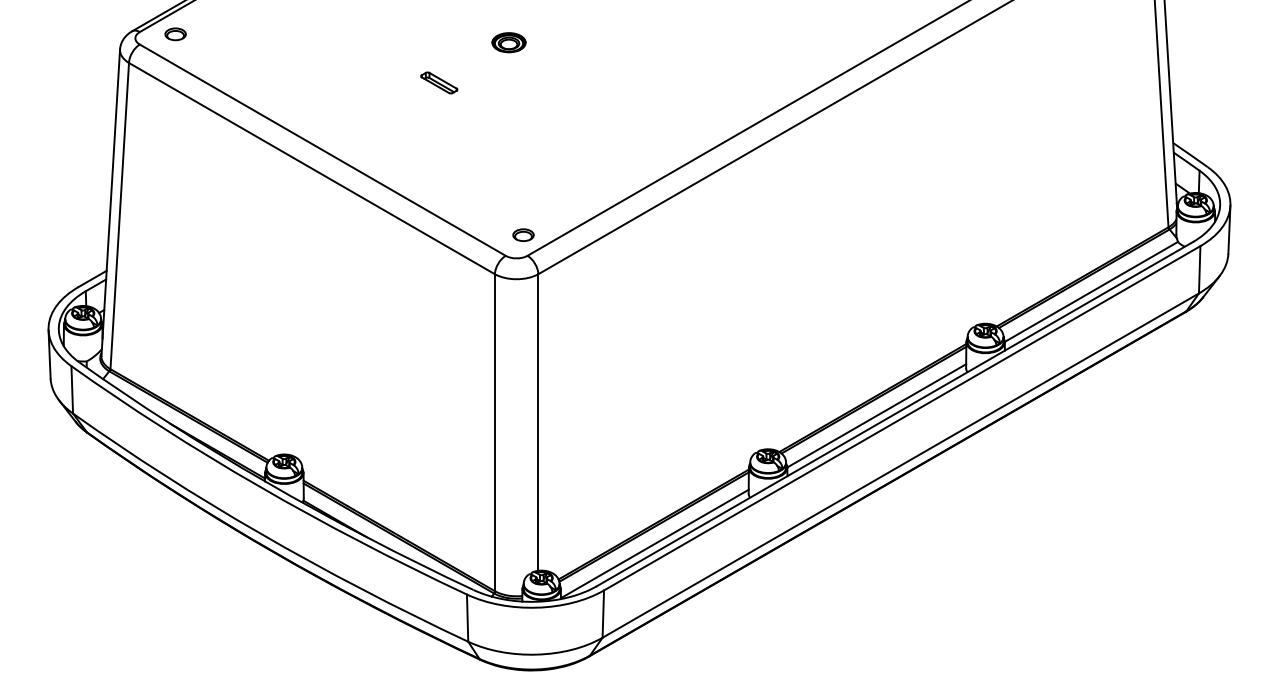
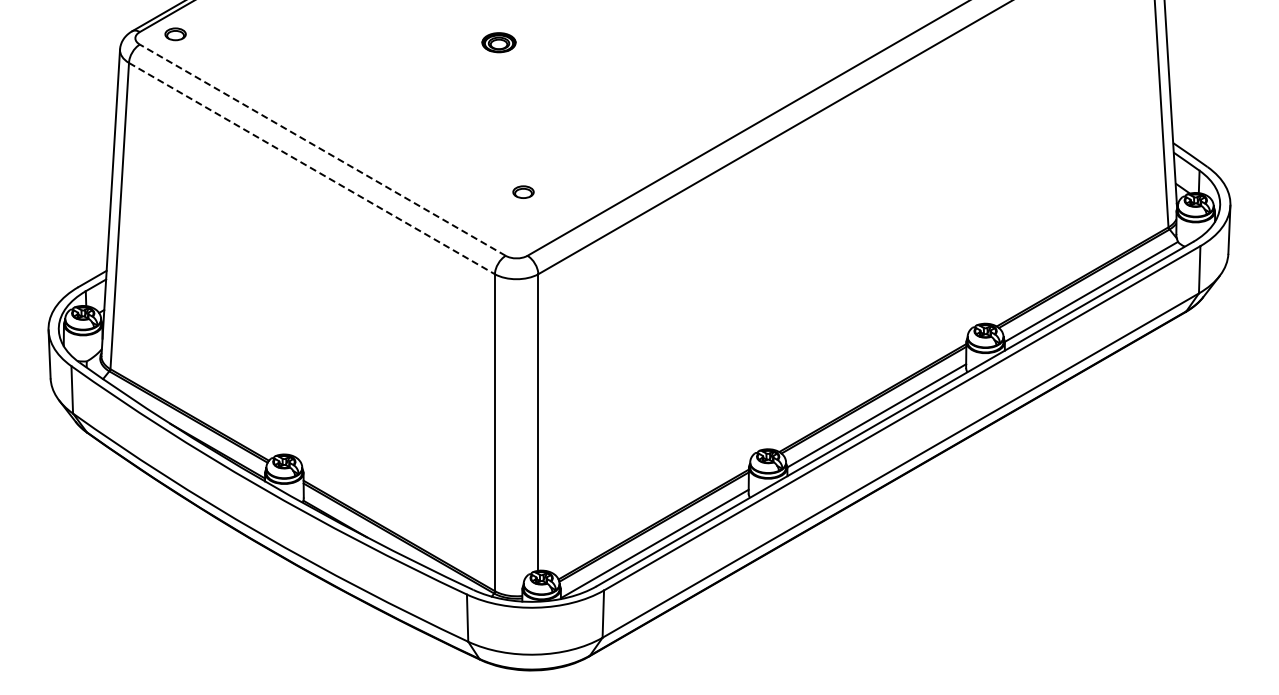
part at (508, 42) position: (508, 42) -> (498, 42)
part at (439, 82): present -> none
line at (322, 149): solid -> dashed
line at (312, 168): solid -> dashed
part at (523, 234) position: (523, 234) -> (523, 191)
